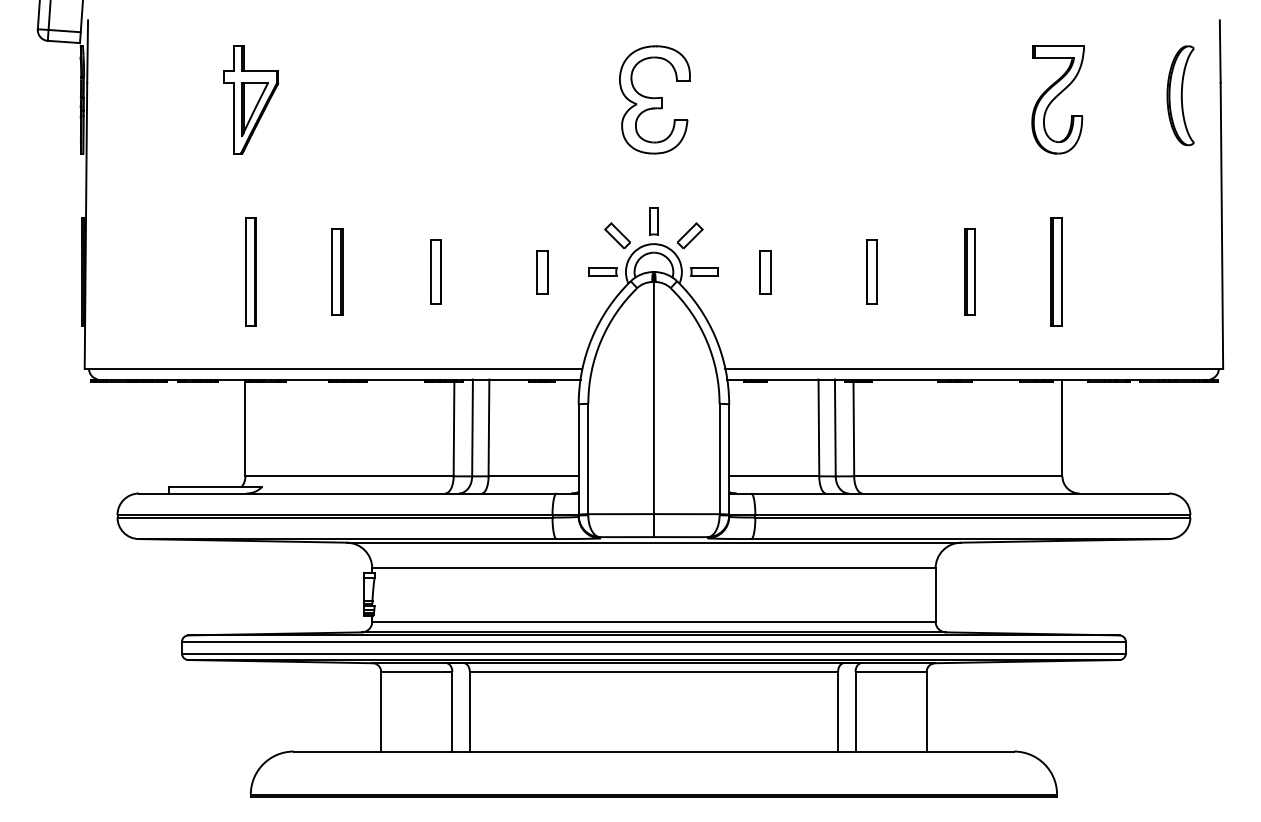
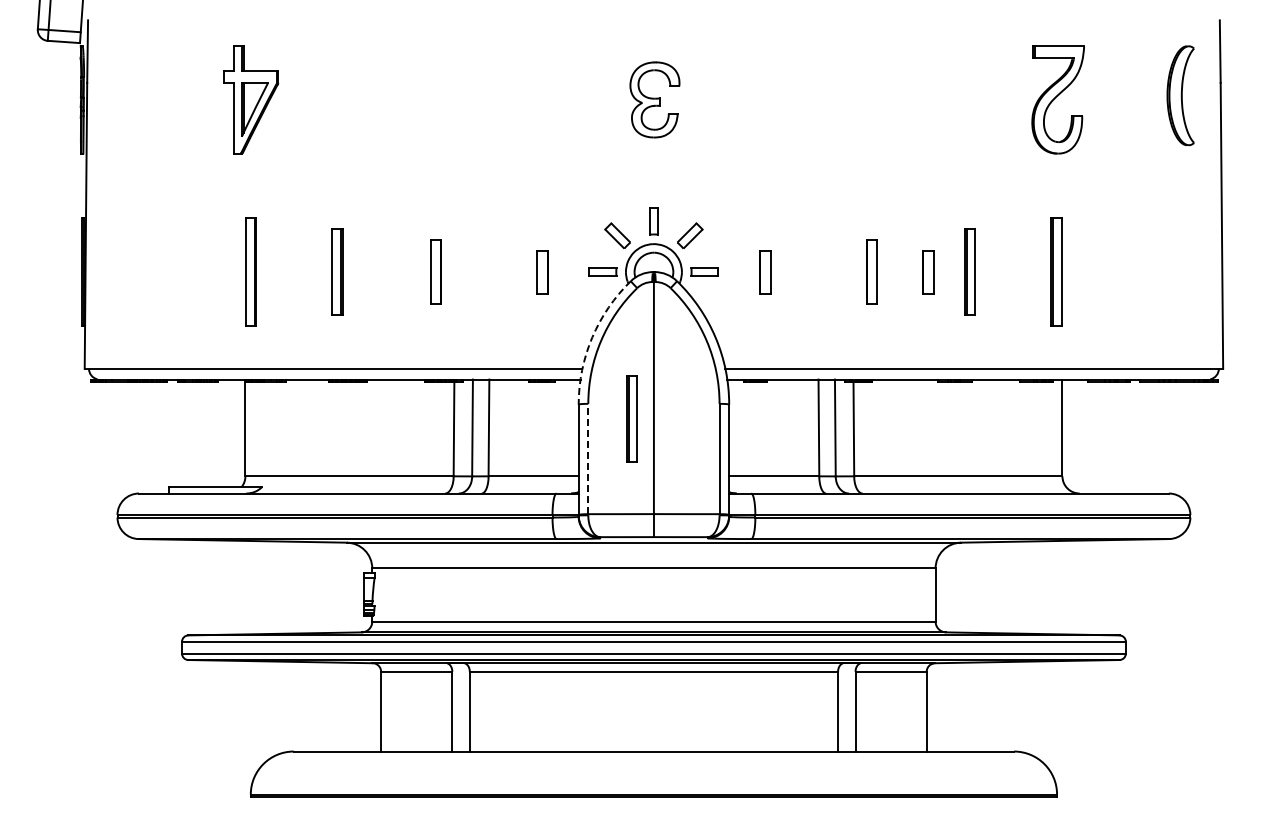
part at (654, 99) size: 72x110 px -> 52x78 px
part at (928, 272): none -> present
arc at (592, 337): solid -> dashed
part at (631, 418): none -> present
line at (588, 458): solid -> dashed
